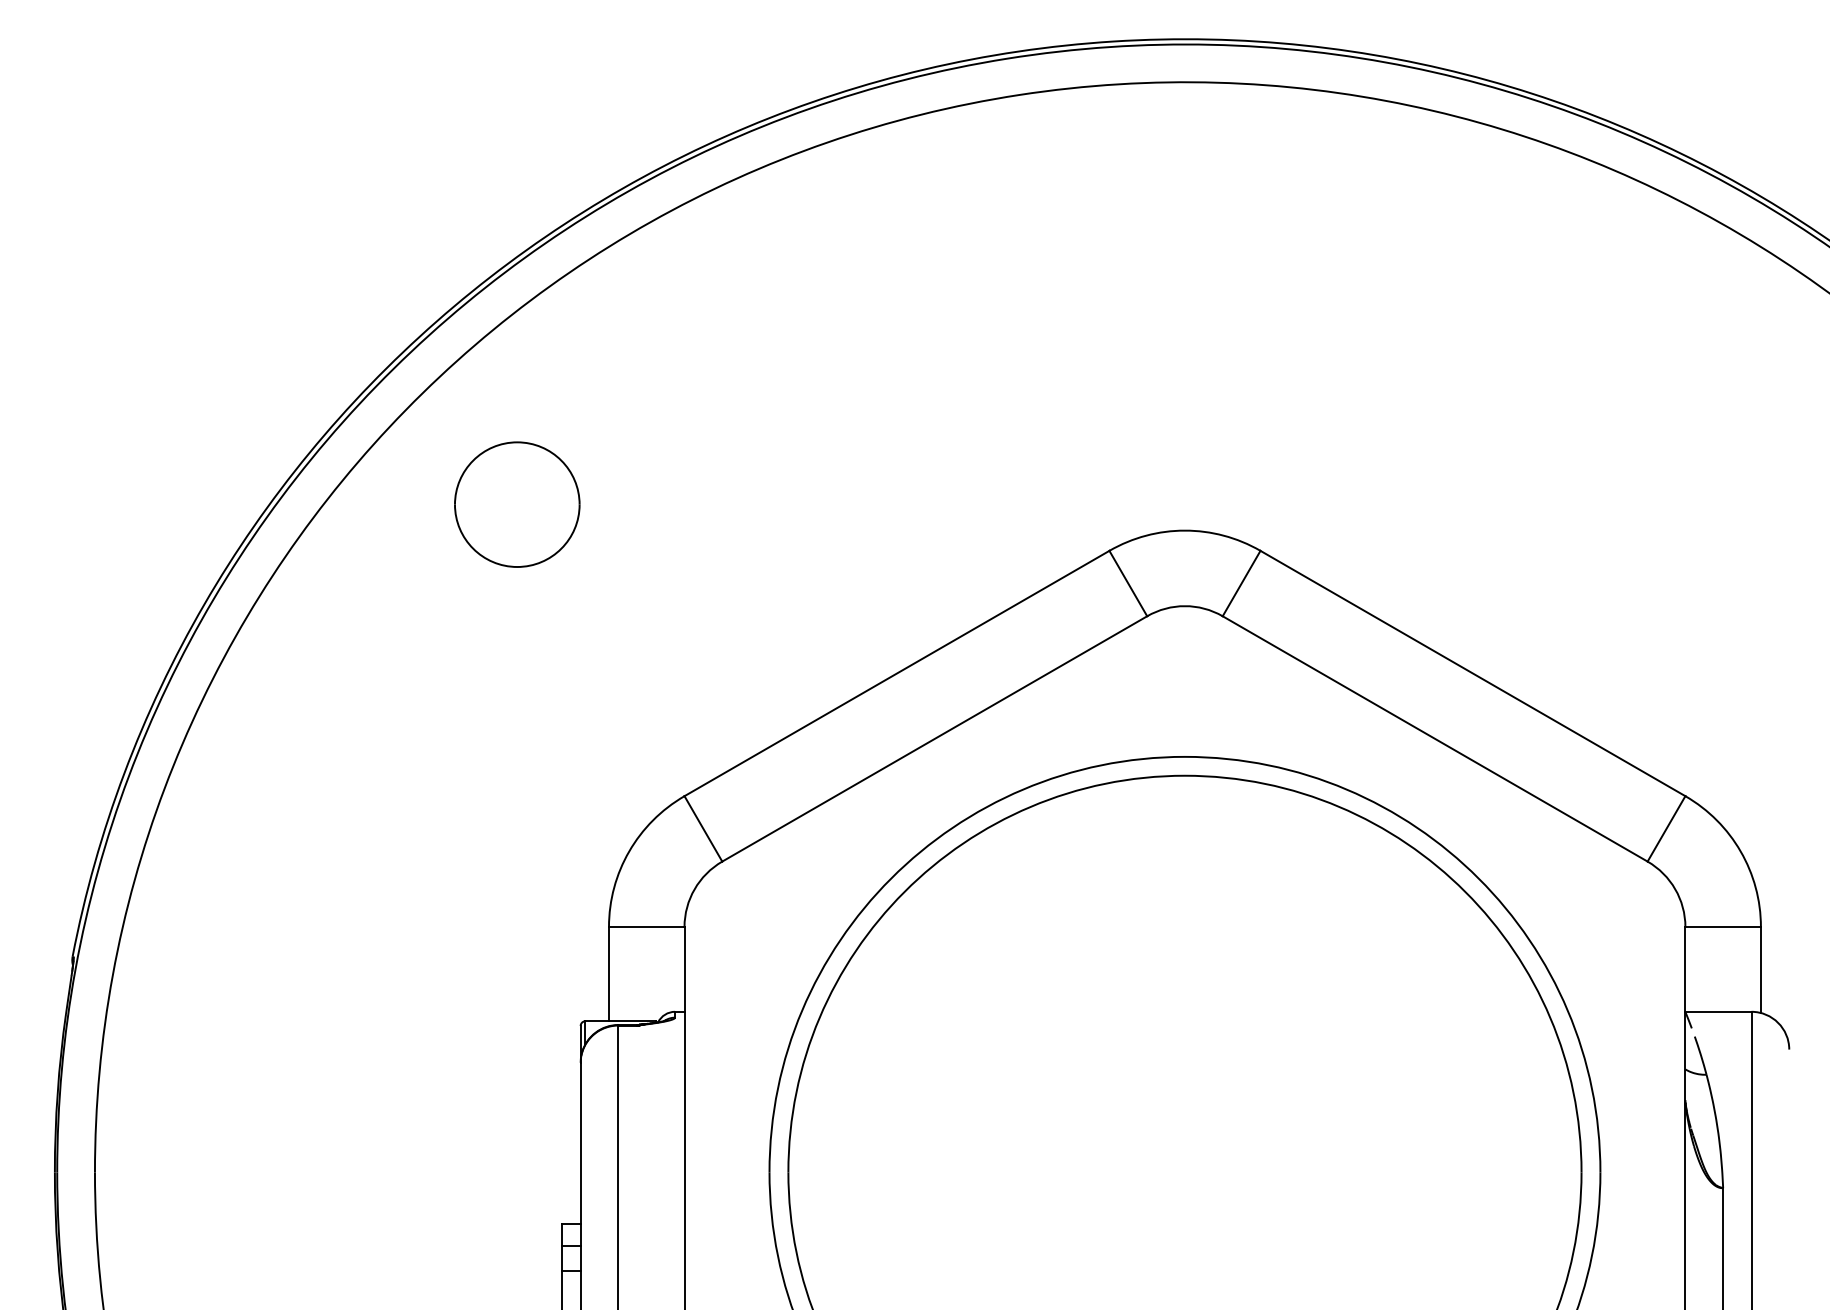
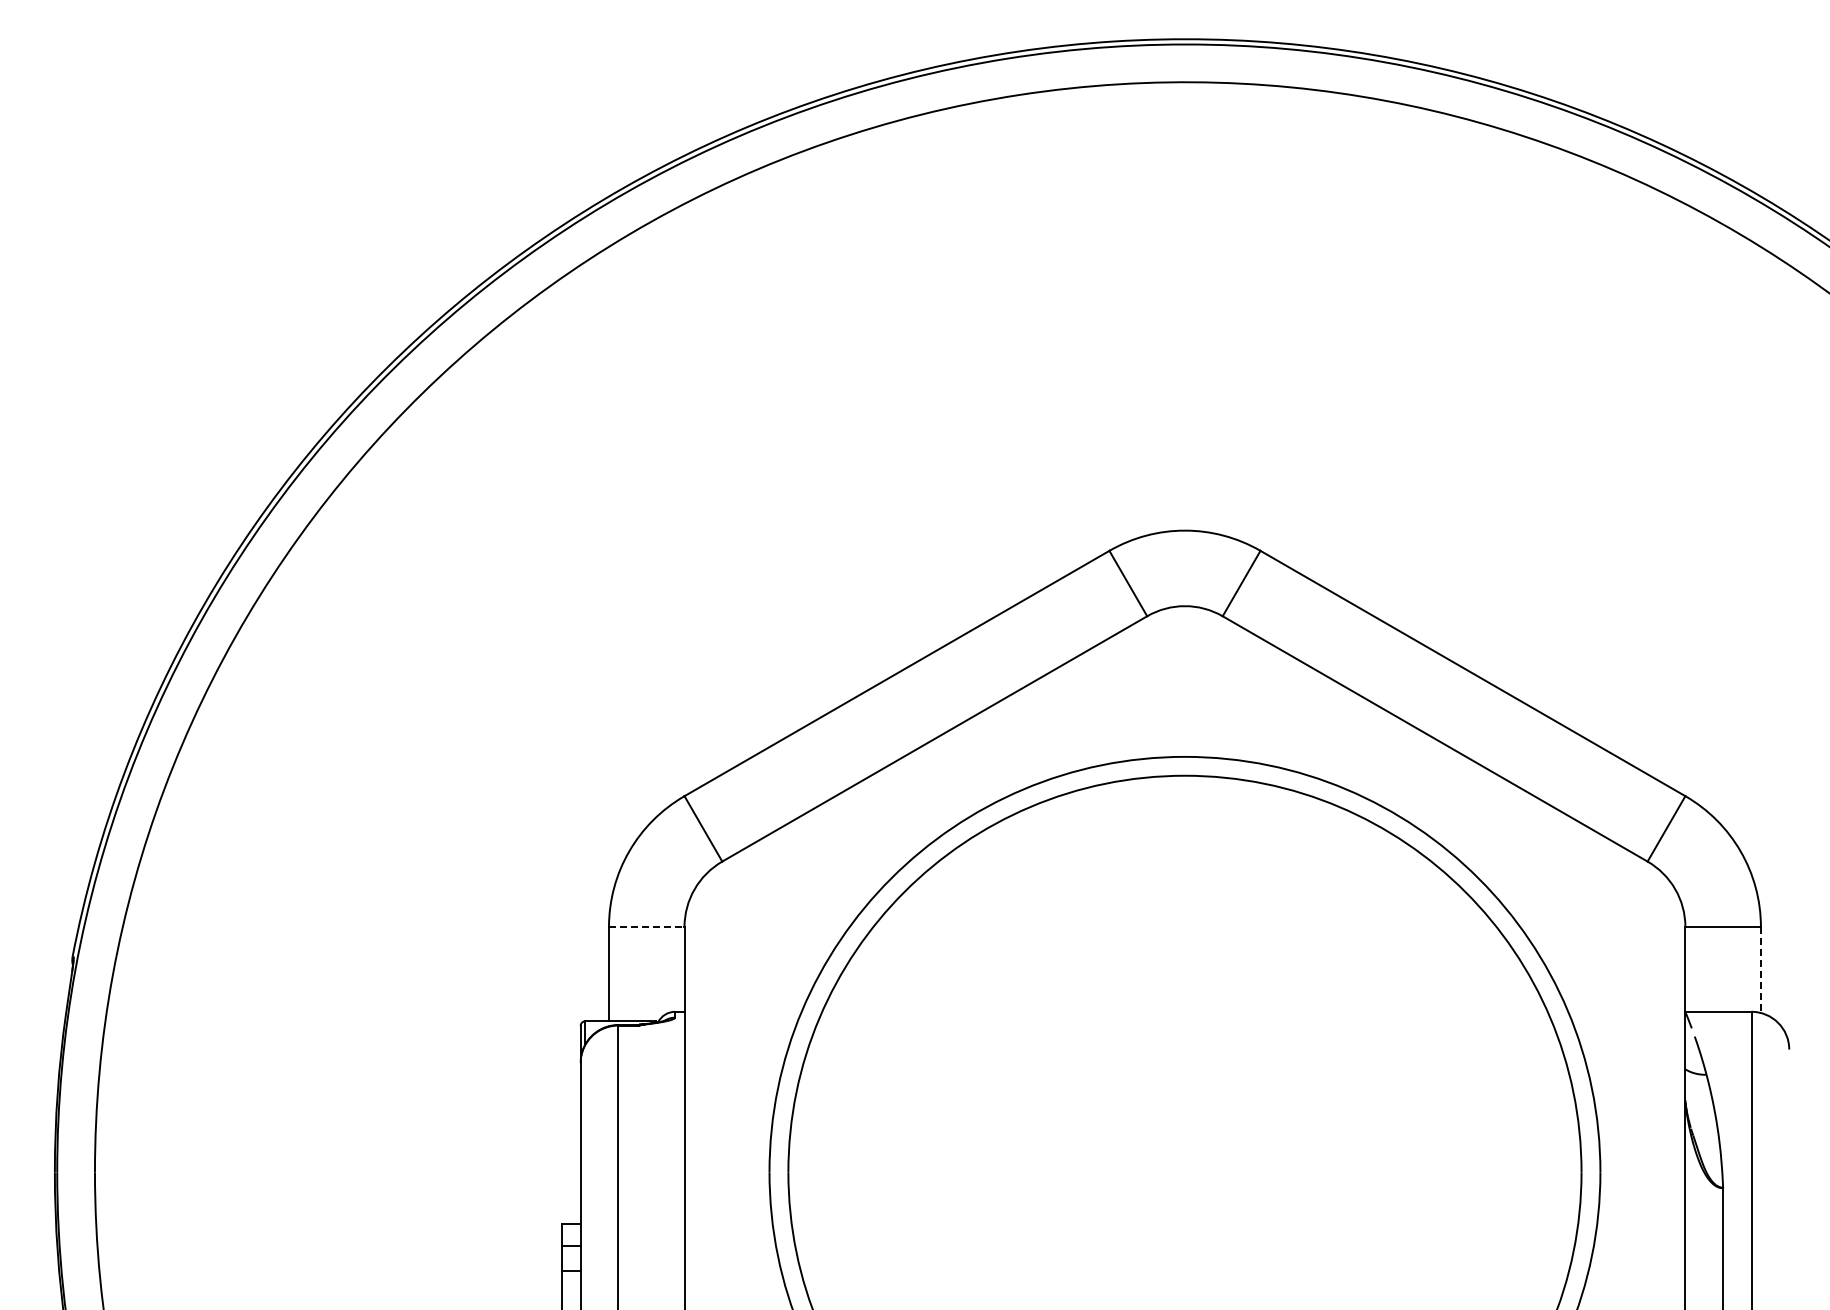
part at (517, 504): present -> none
line at (646, 927): solid -> dashed
line at (1760, 970): solid -> dashed
